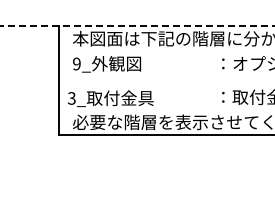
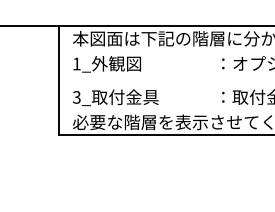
line at (137, 26): dashed -> solid
text at (76, 63): 9_ -> 1_
text at (110, 98) position: (110, 98) -> (115, 97)
